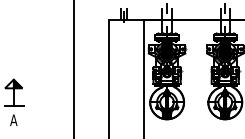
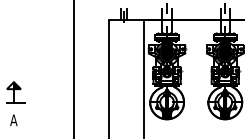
part at (14, 92) size: 21x29 px -> 20x23 px
